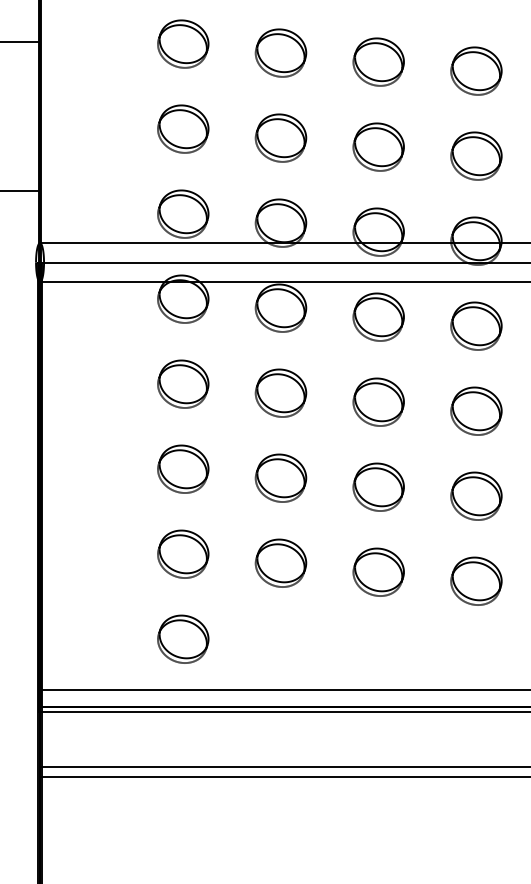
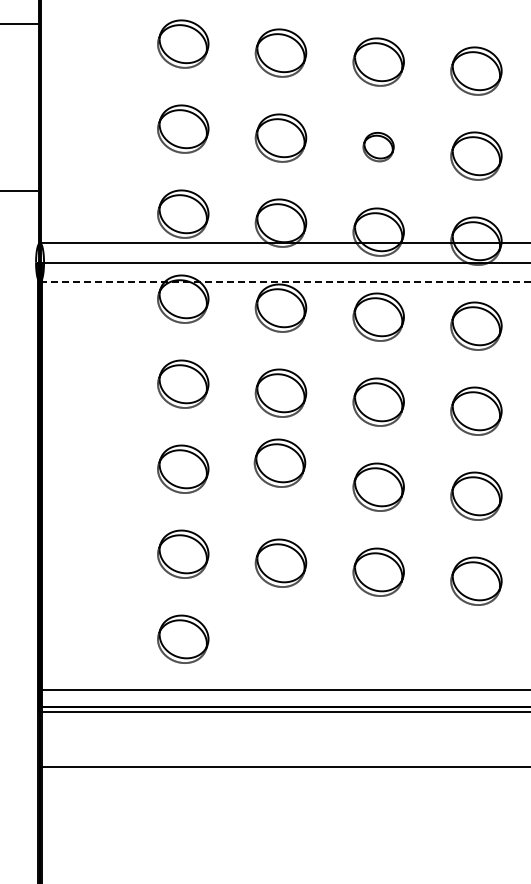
line at (21, 42) position: (21, 42) -> (21, 24)
part at (378, 146) size: 53x50 px -> 33x31 px
line at (285, 282): solid -> dashed
part at (280, 477) position: (280, 477) -> (279, 462)
line at (283, 777): present -> none
